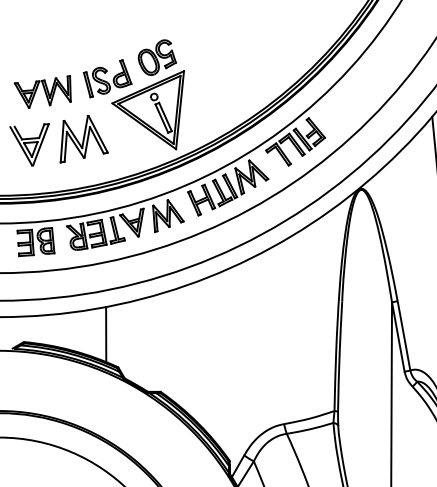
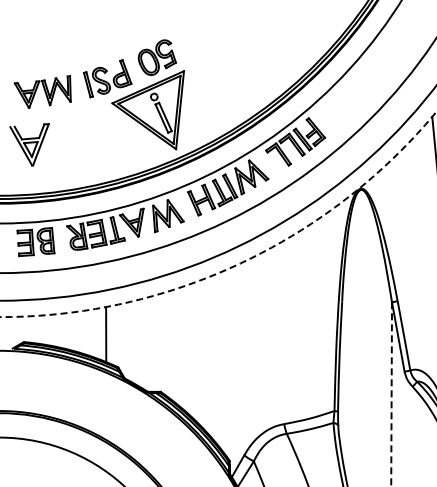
part at (83, 139): present -> none
arc at (243, 261): solid -> dashed
line at (391, 394): solid -> dashed
